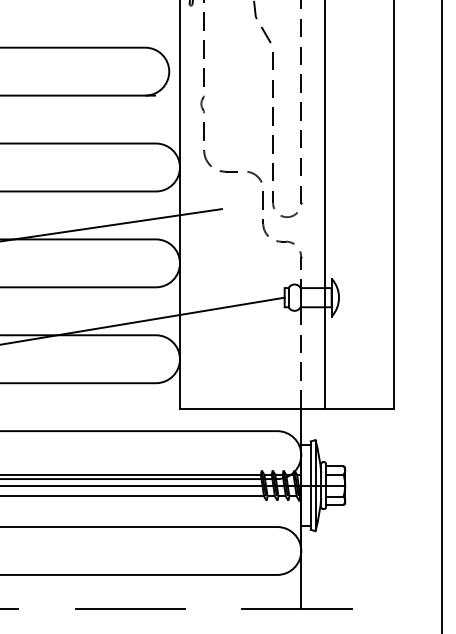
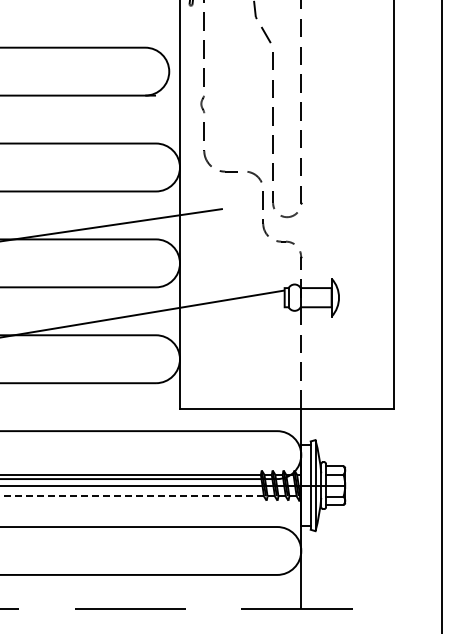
line at (325, 205): present -> none
line at (143, 320) position: (143, 320) -> (142, 313)
line at (132, 496): solid -> dashed
